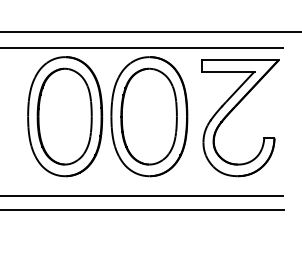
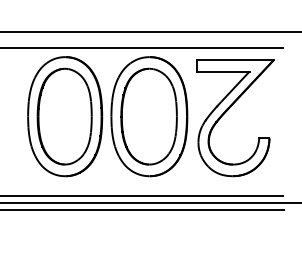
part at (233, 110) position: (233, 110) -> (228, 110)
line at (150, 202): none -> present
